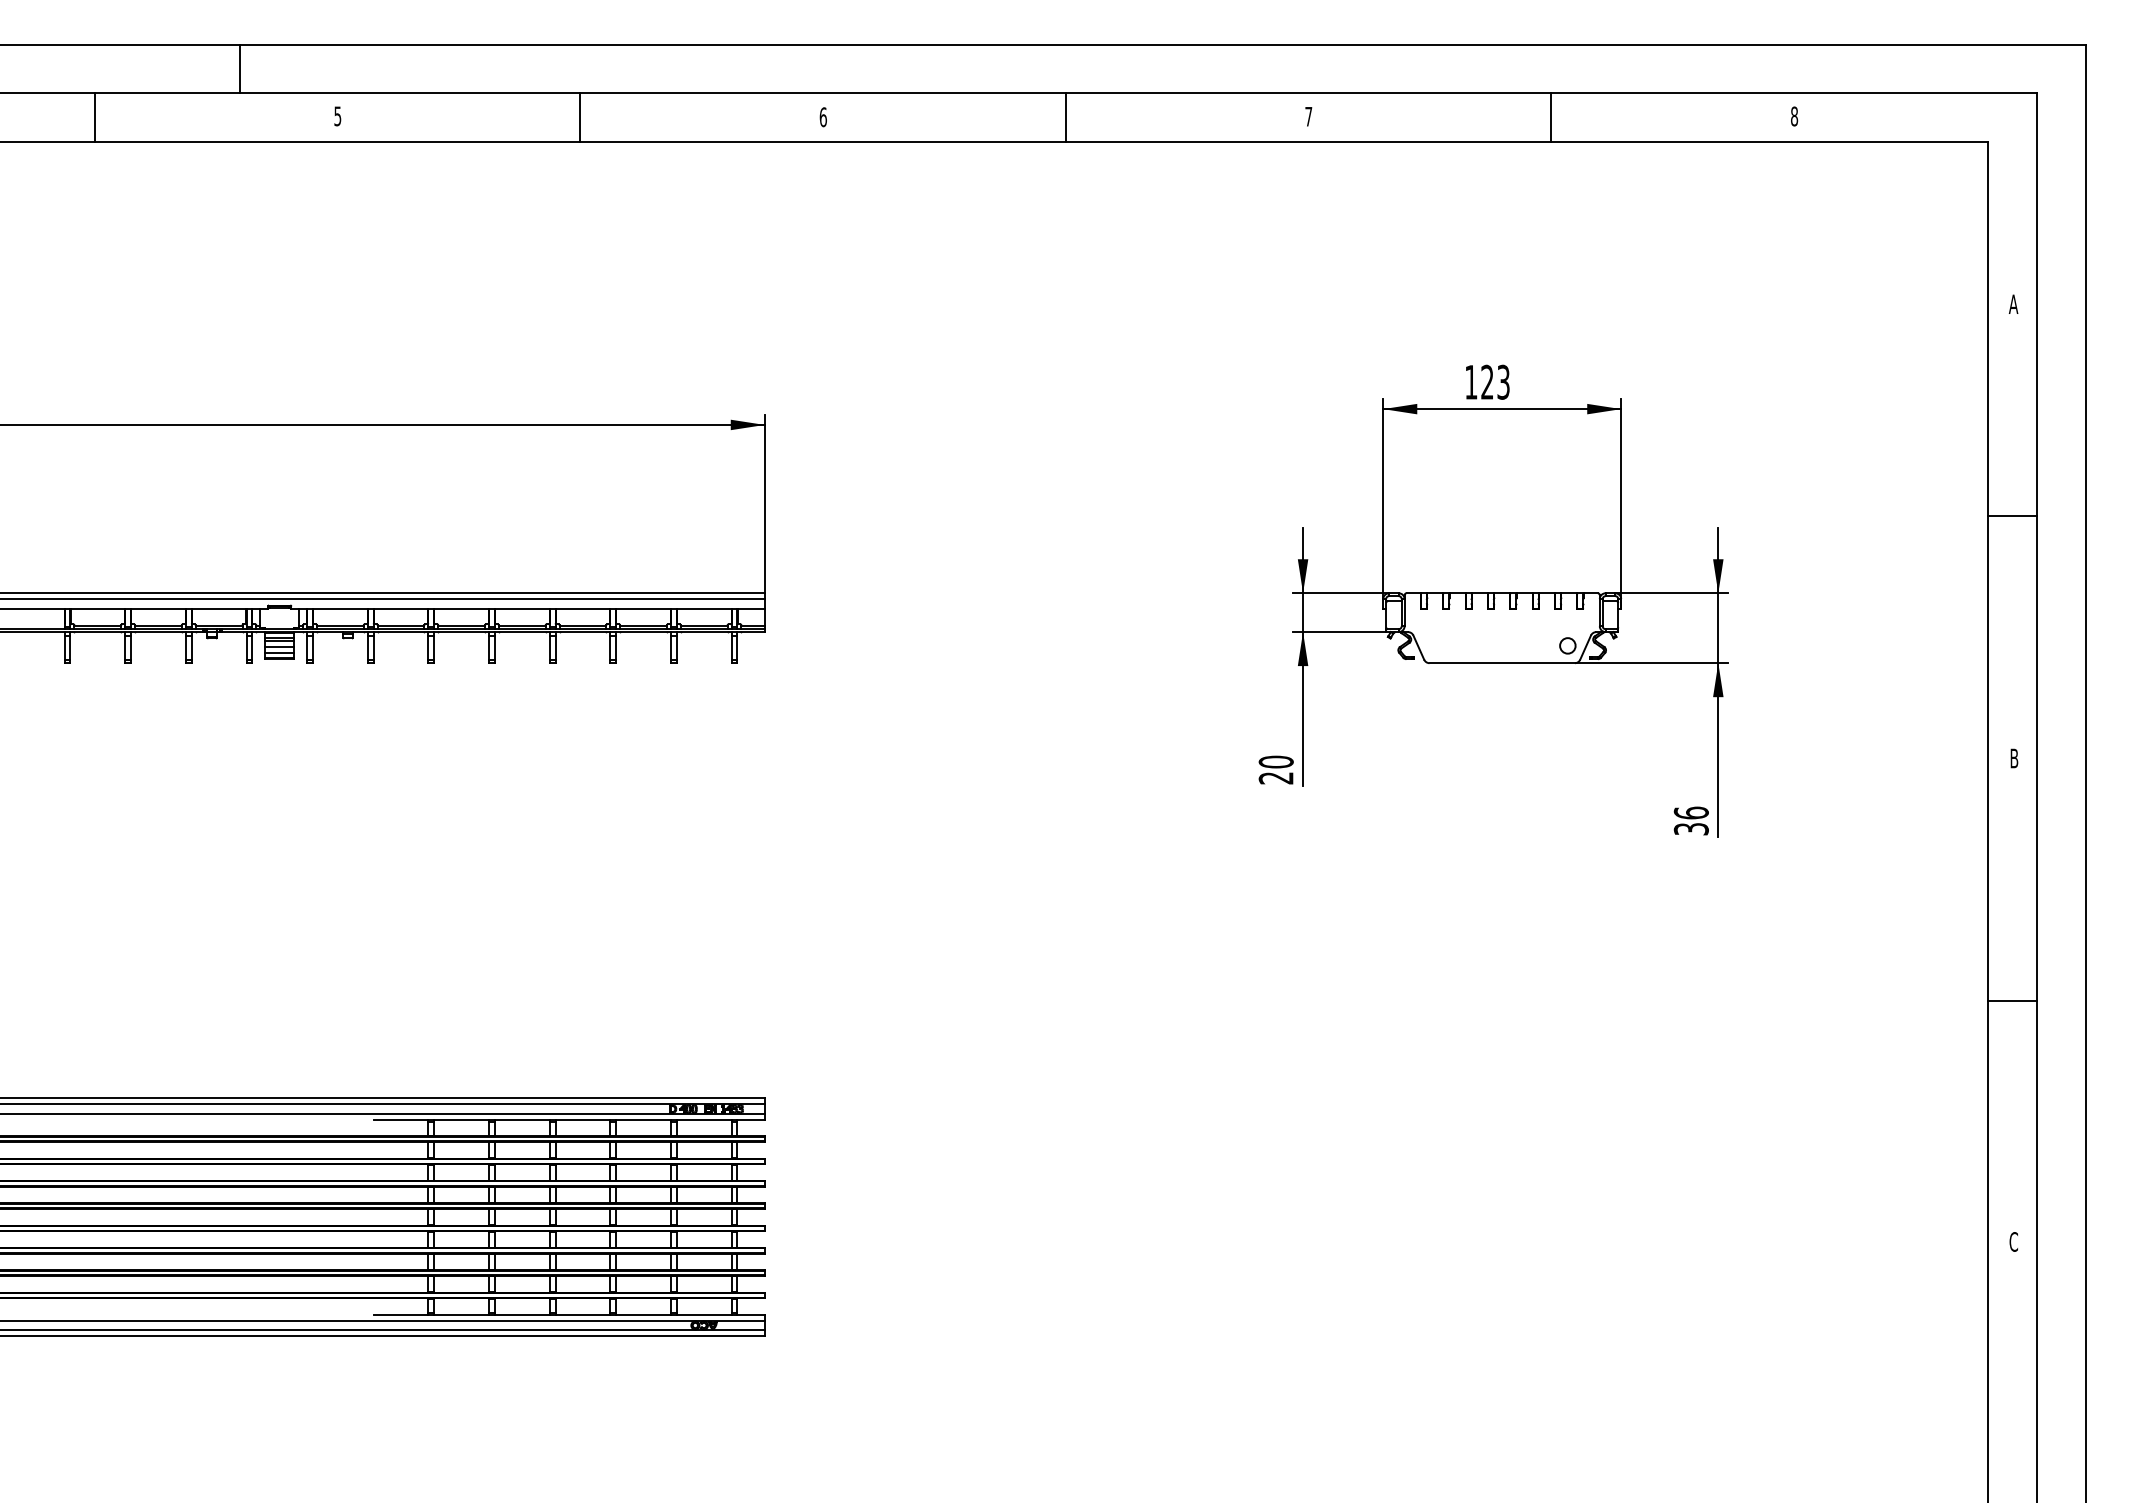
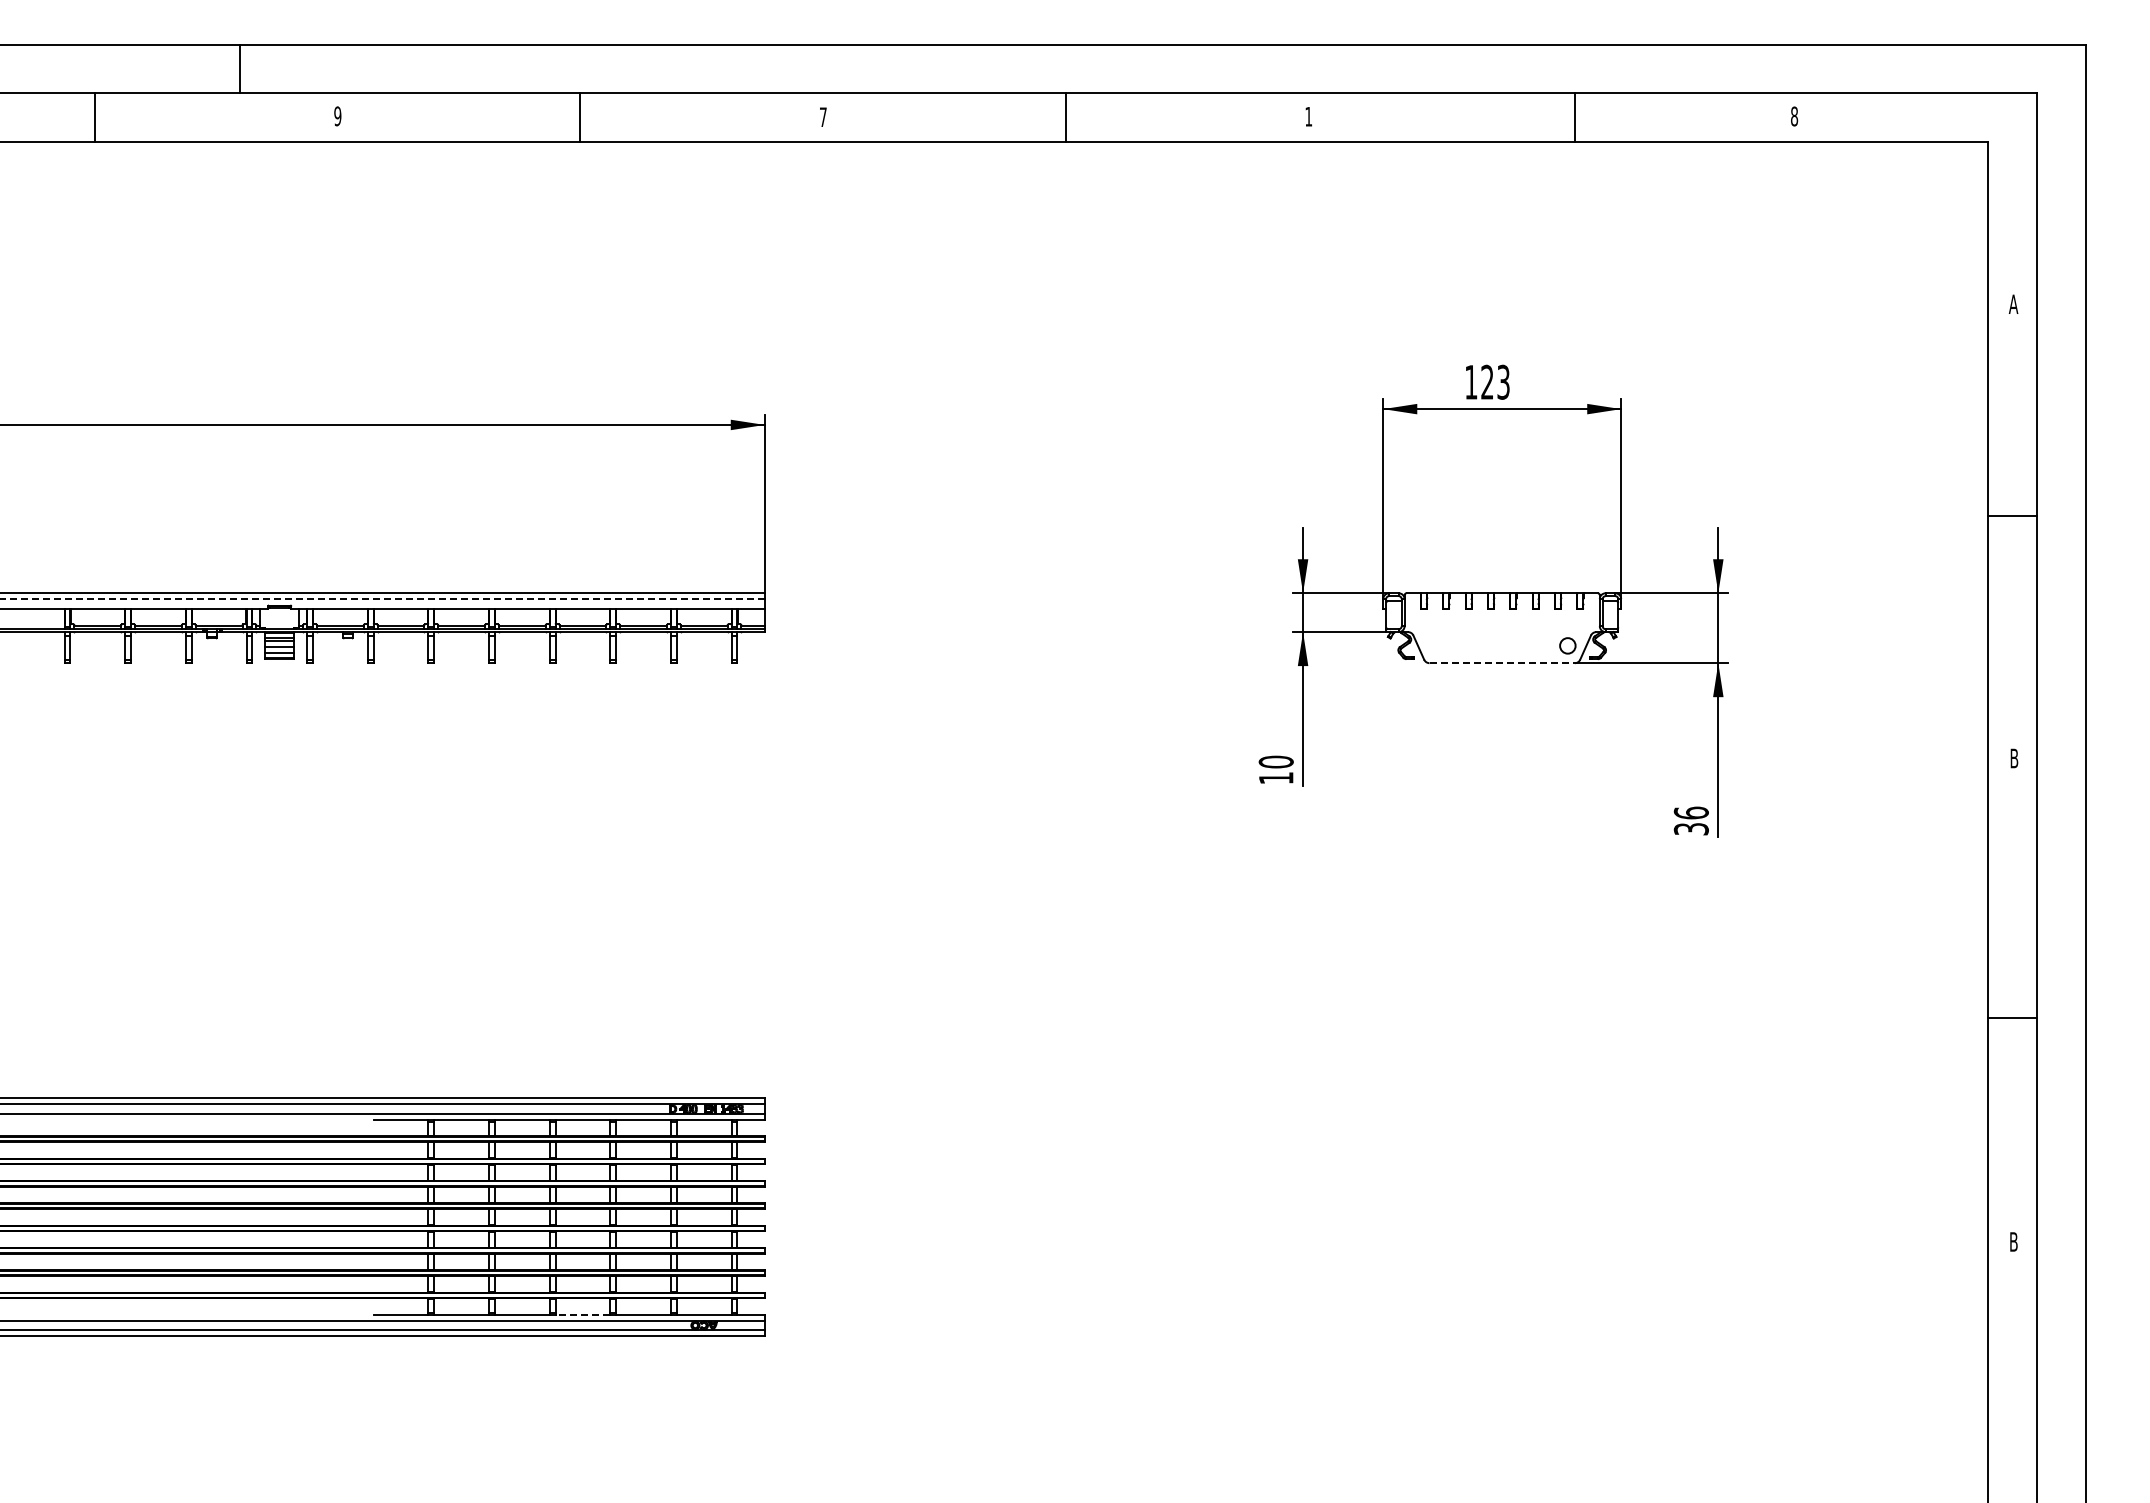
text at (337, 115): 5 -> 9
text at (1308, 116): 7 -> 1
text at (822, 117): 6 -> 7
line at (1551, 117) position: (1551, 117) -> (1575, 117)
line at (381, 599): solid -> dashed
line at (1502, 663): solid -> dashed
text at (1275, 778): 20 -> 10
line at (2012, 1001) position: (2012, 1001) -> (2012, 1018)
text at (2013, 1241): C -> B
line at (582, 1314): solid -> dashed
